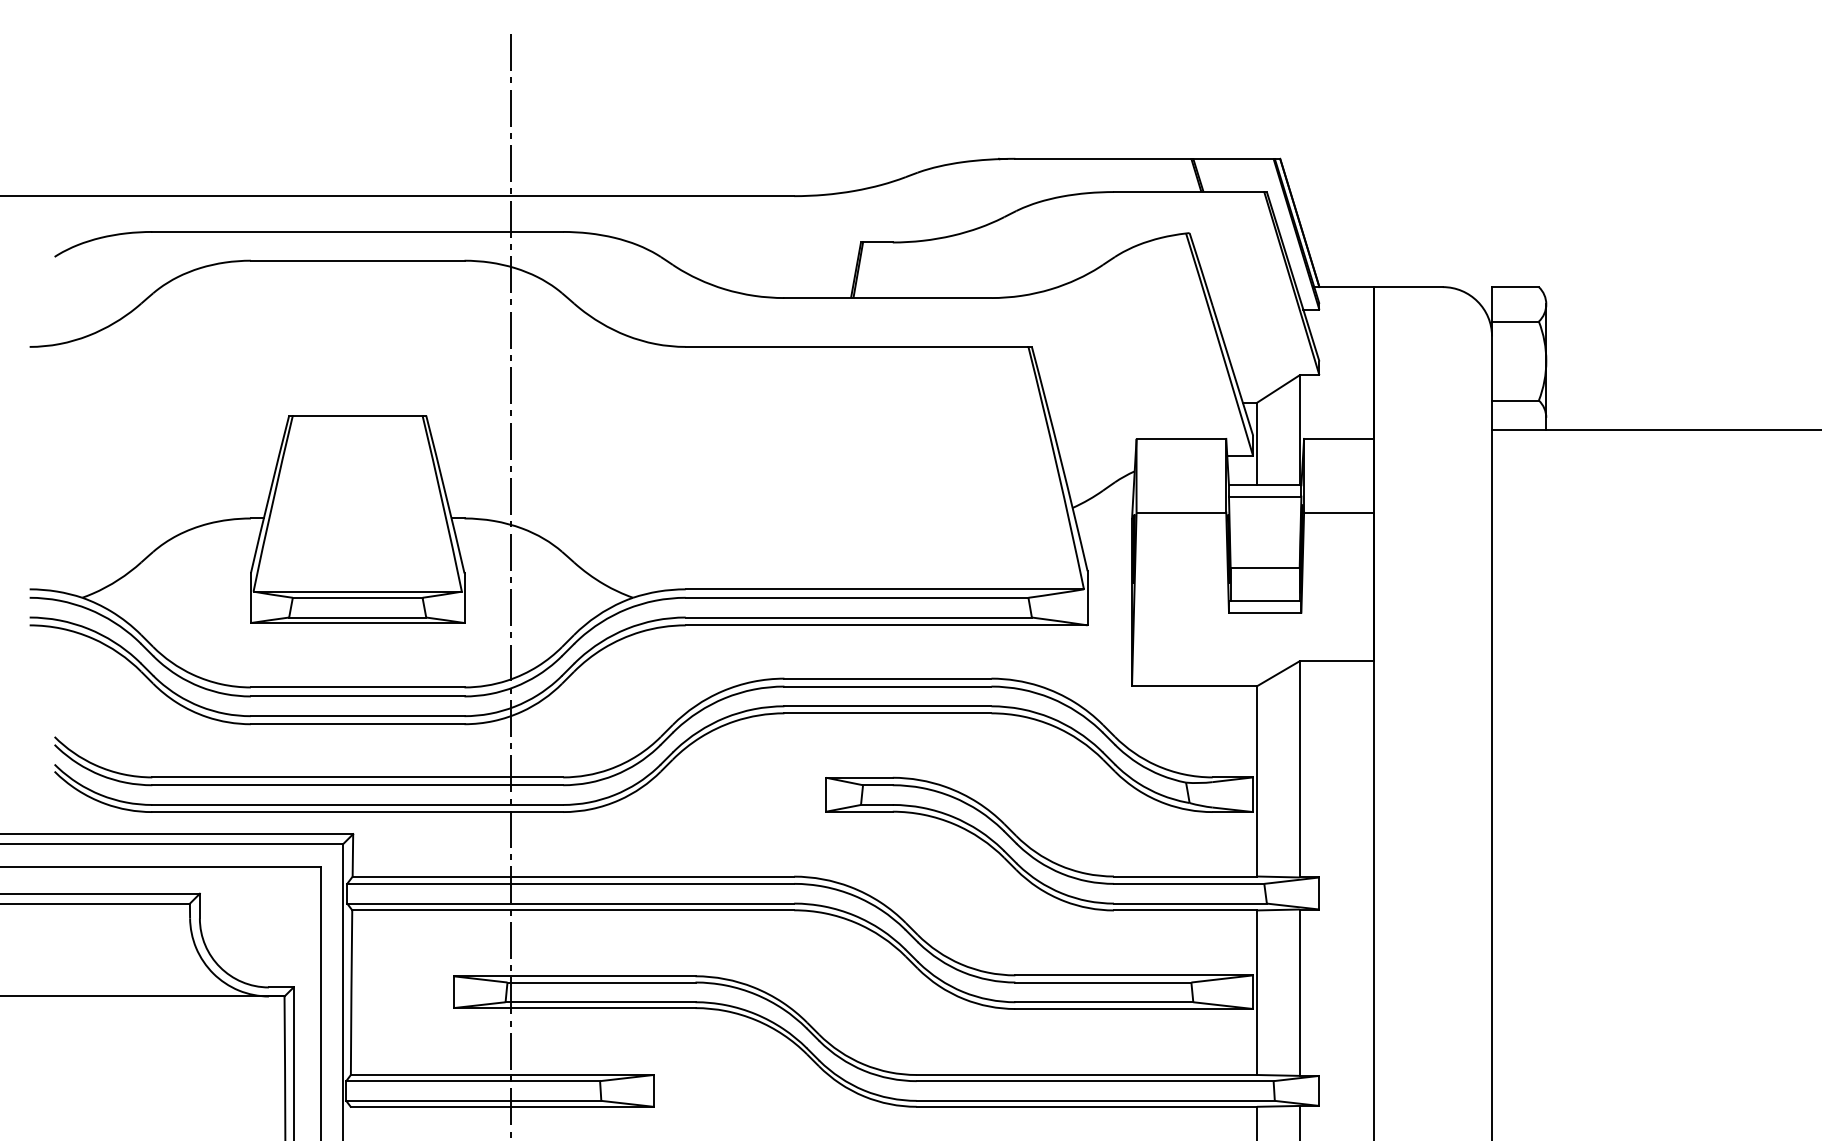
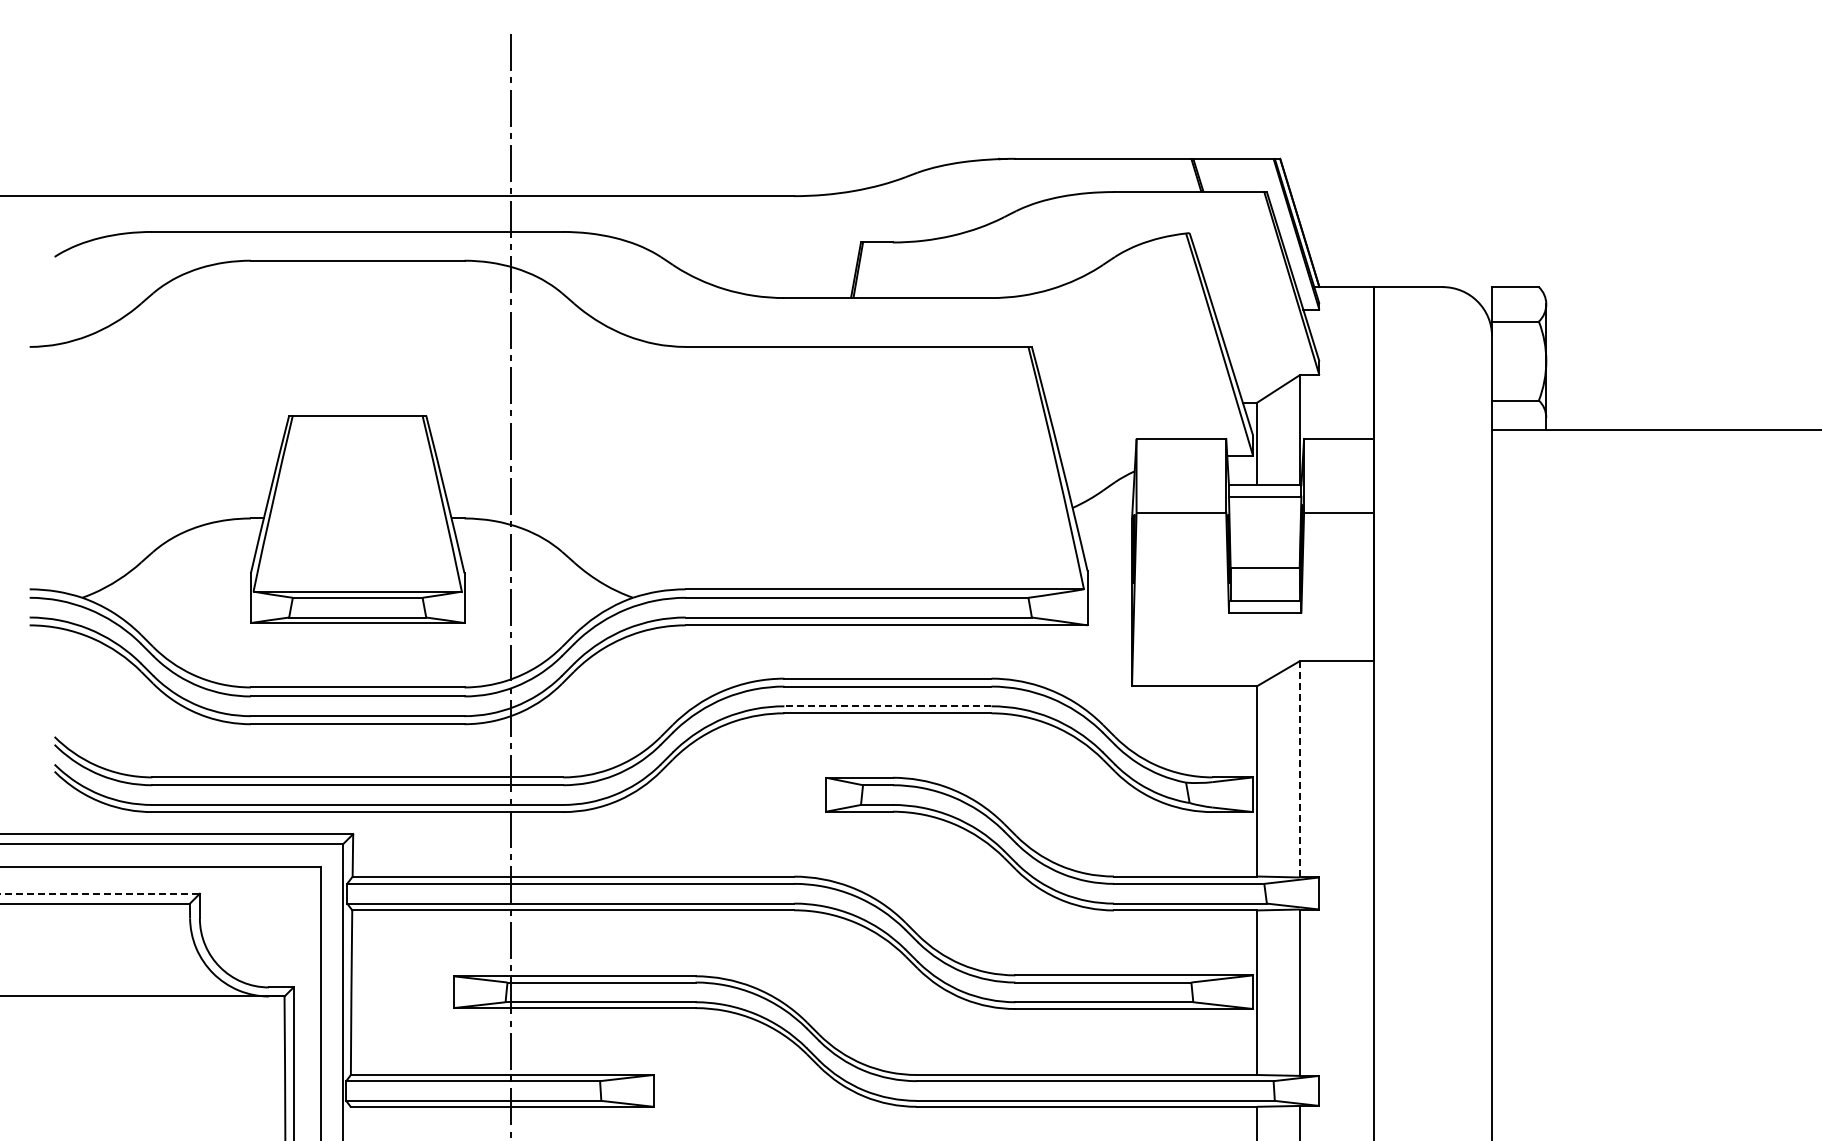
line at (887, 706): solid -> dashed
line at (1299, 769): solid -> dashed
line at (100, 893): solid -> dashed
